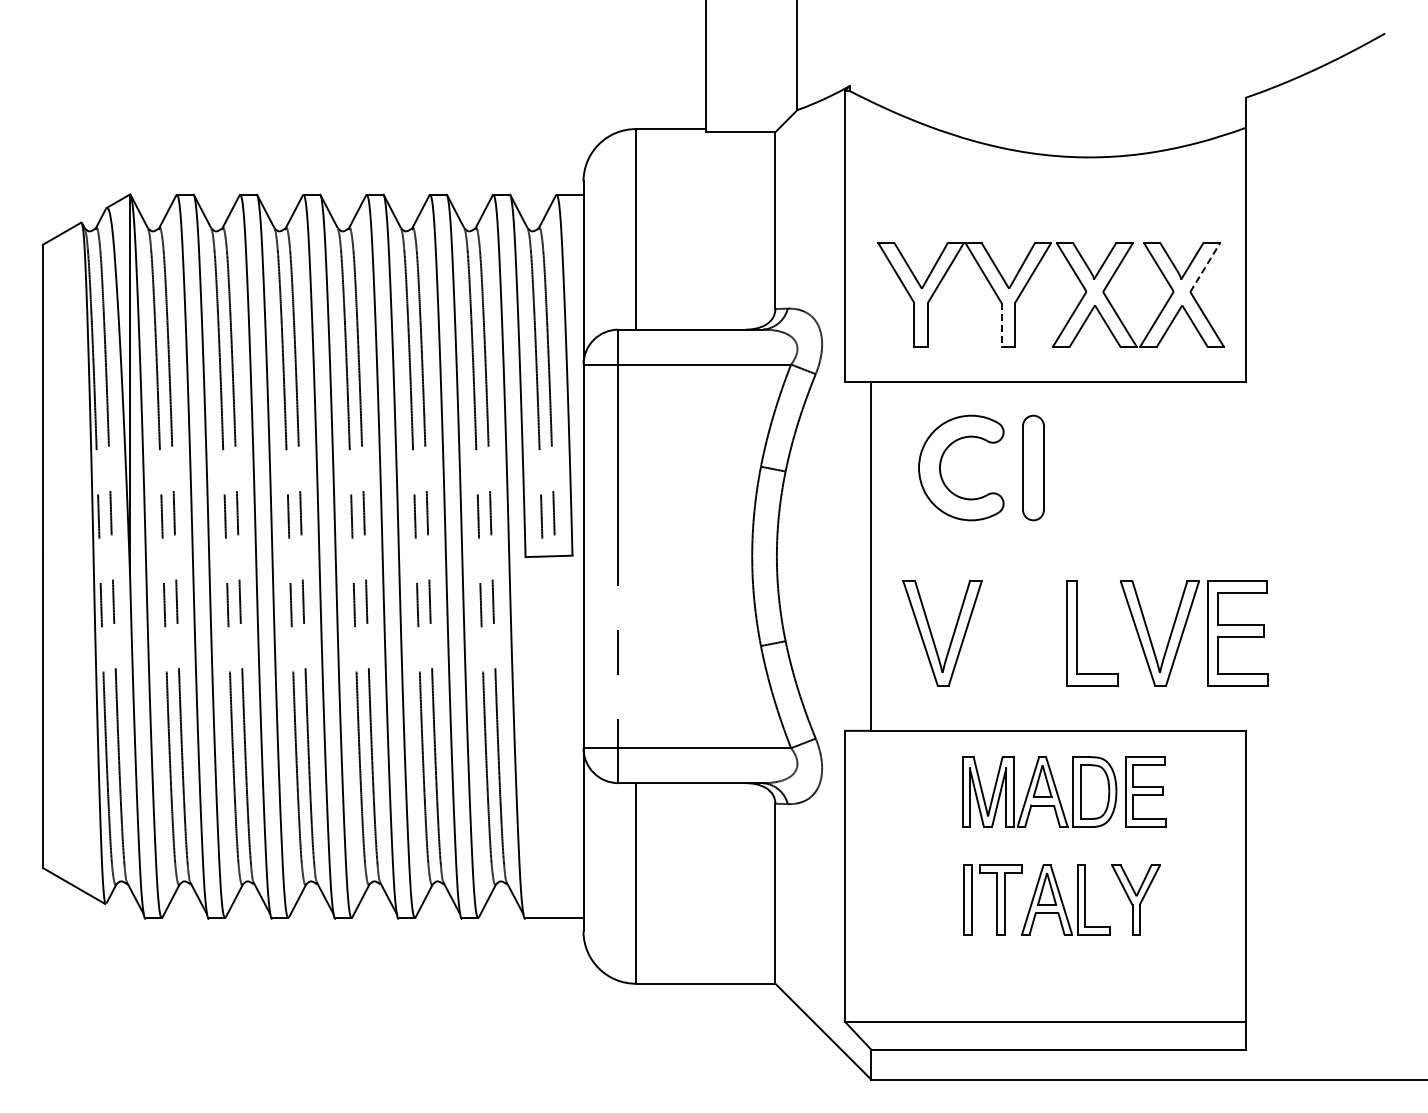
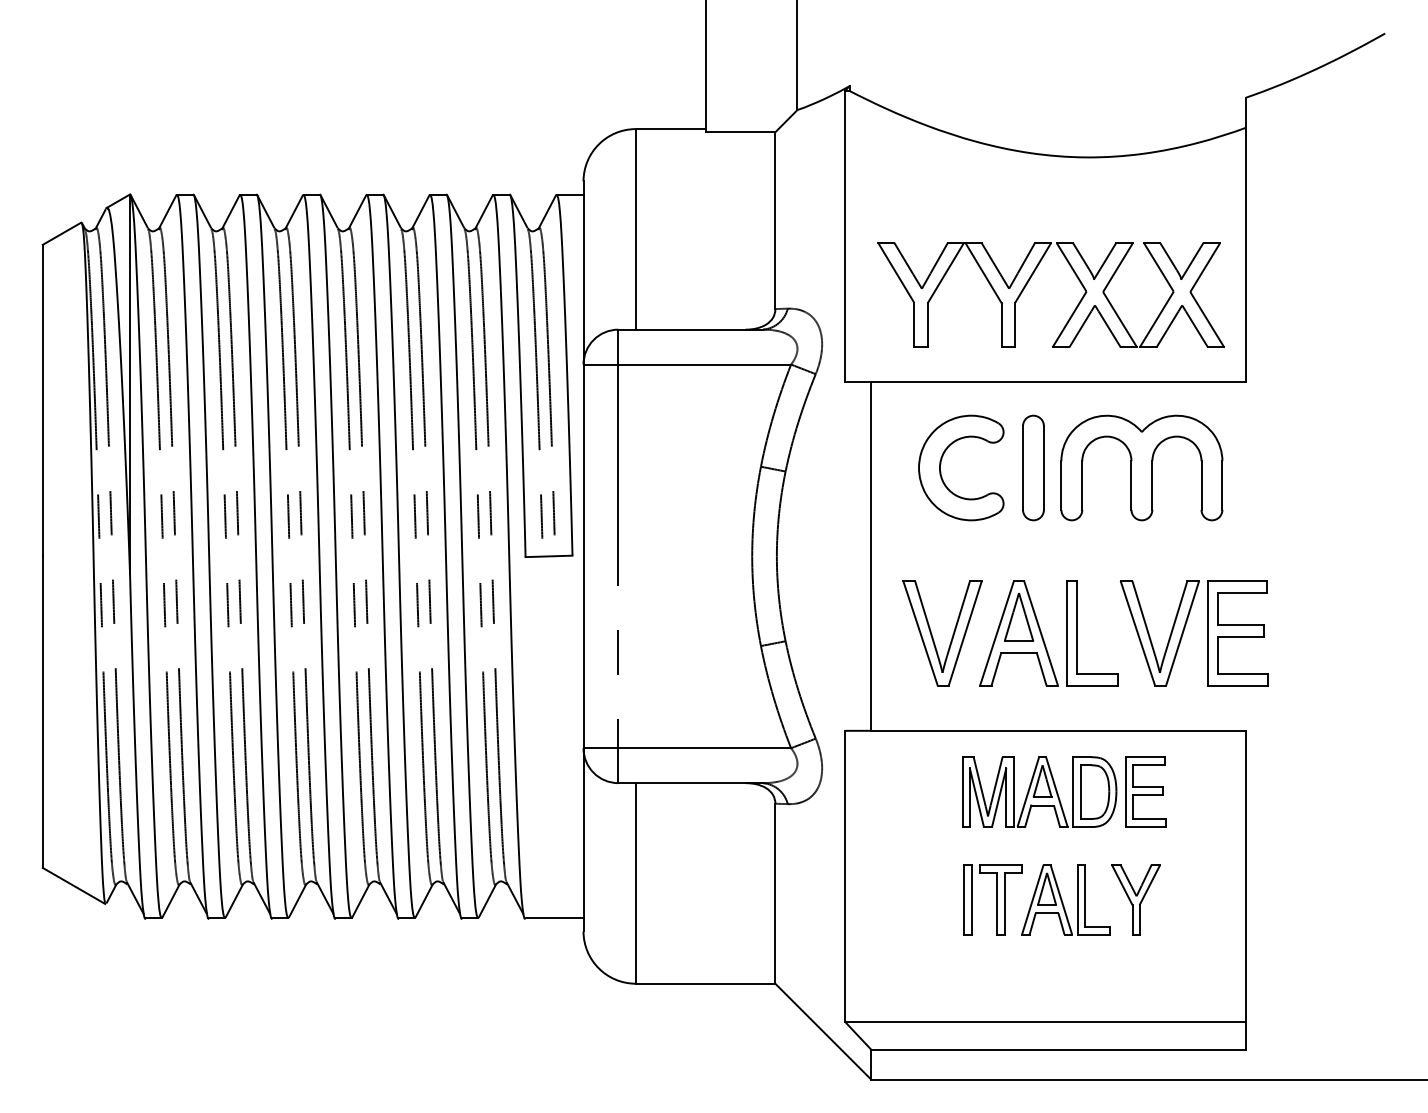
line at (1205, 266): dashed -> solid
line at (1001, 325): dashed -> solid
part at (1141, 467): none -> present
part at (1018, 633): none -> present
